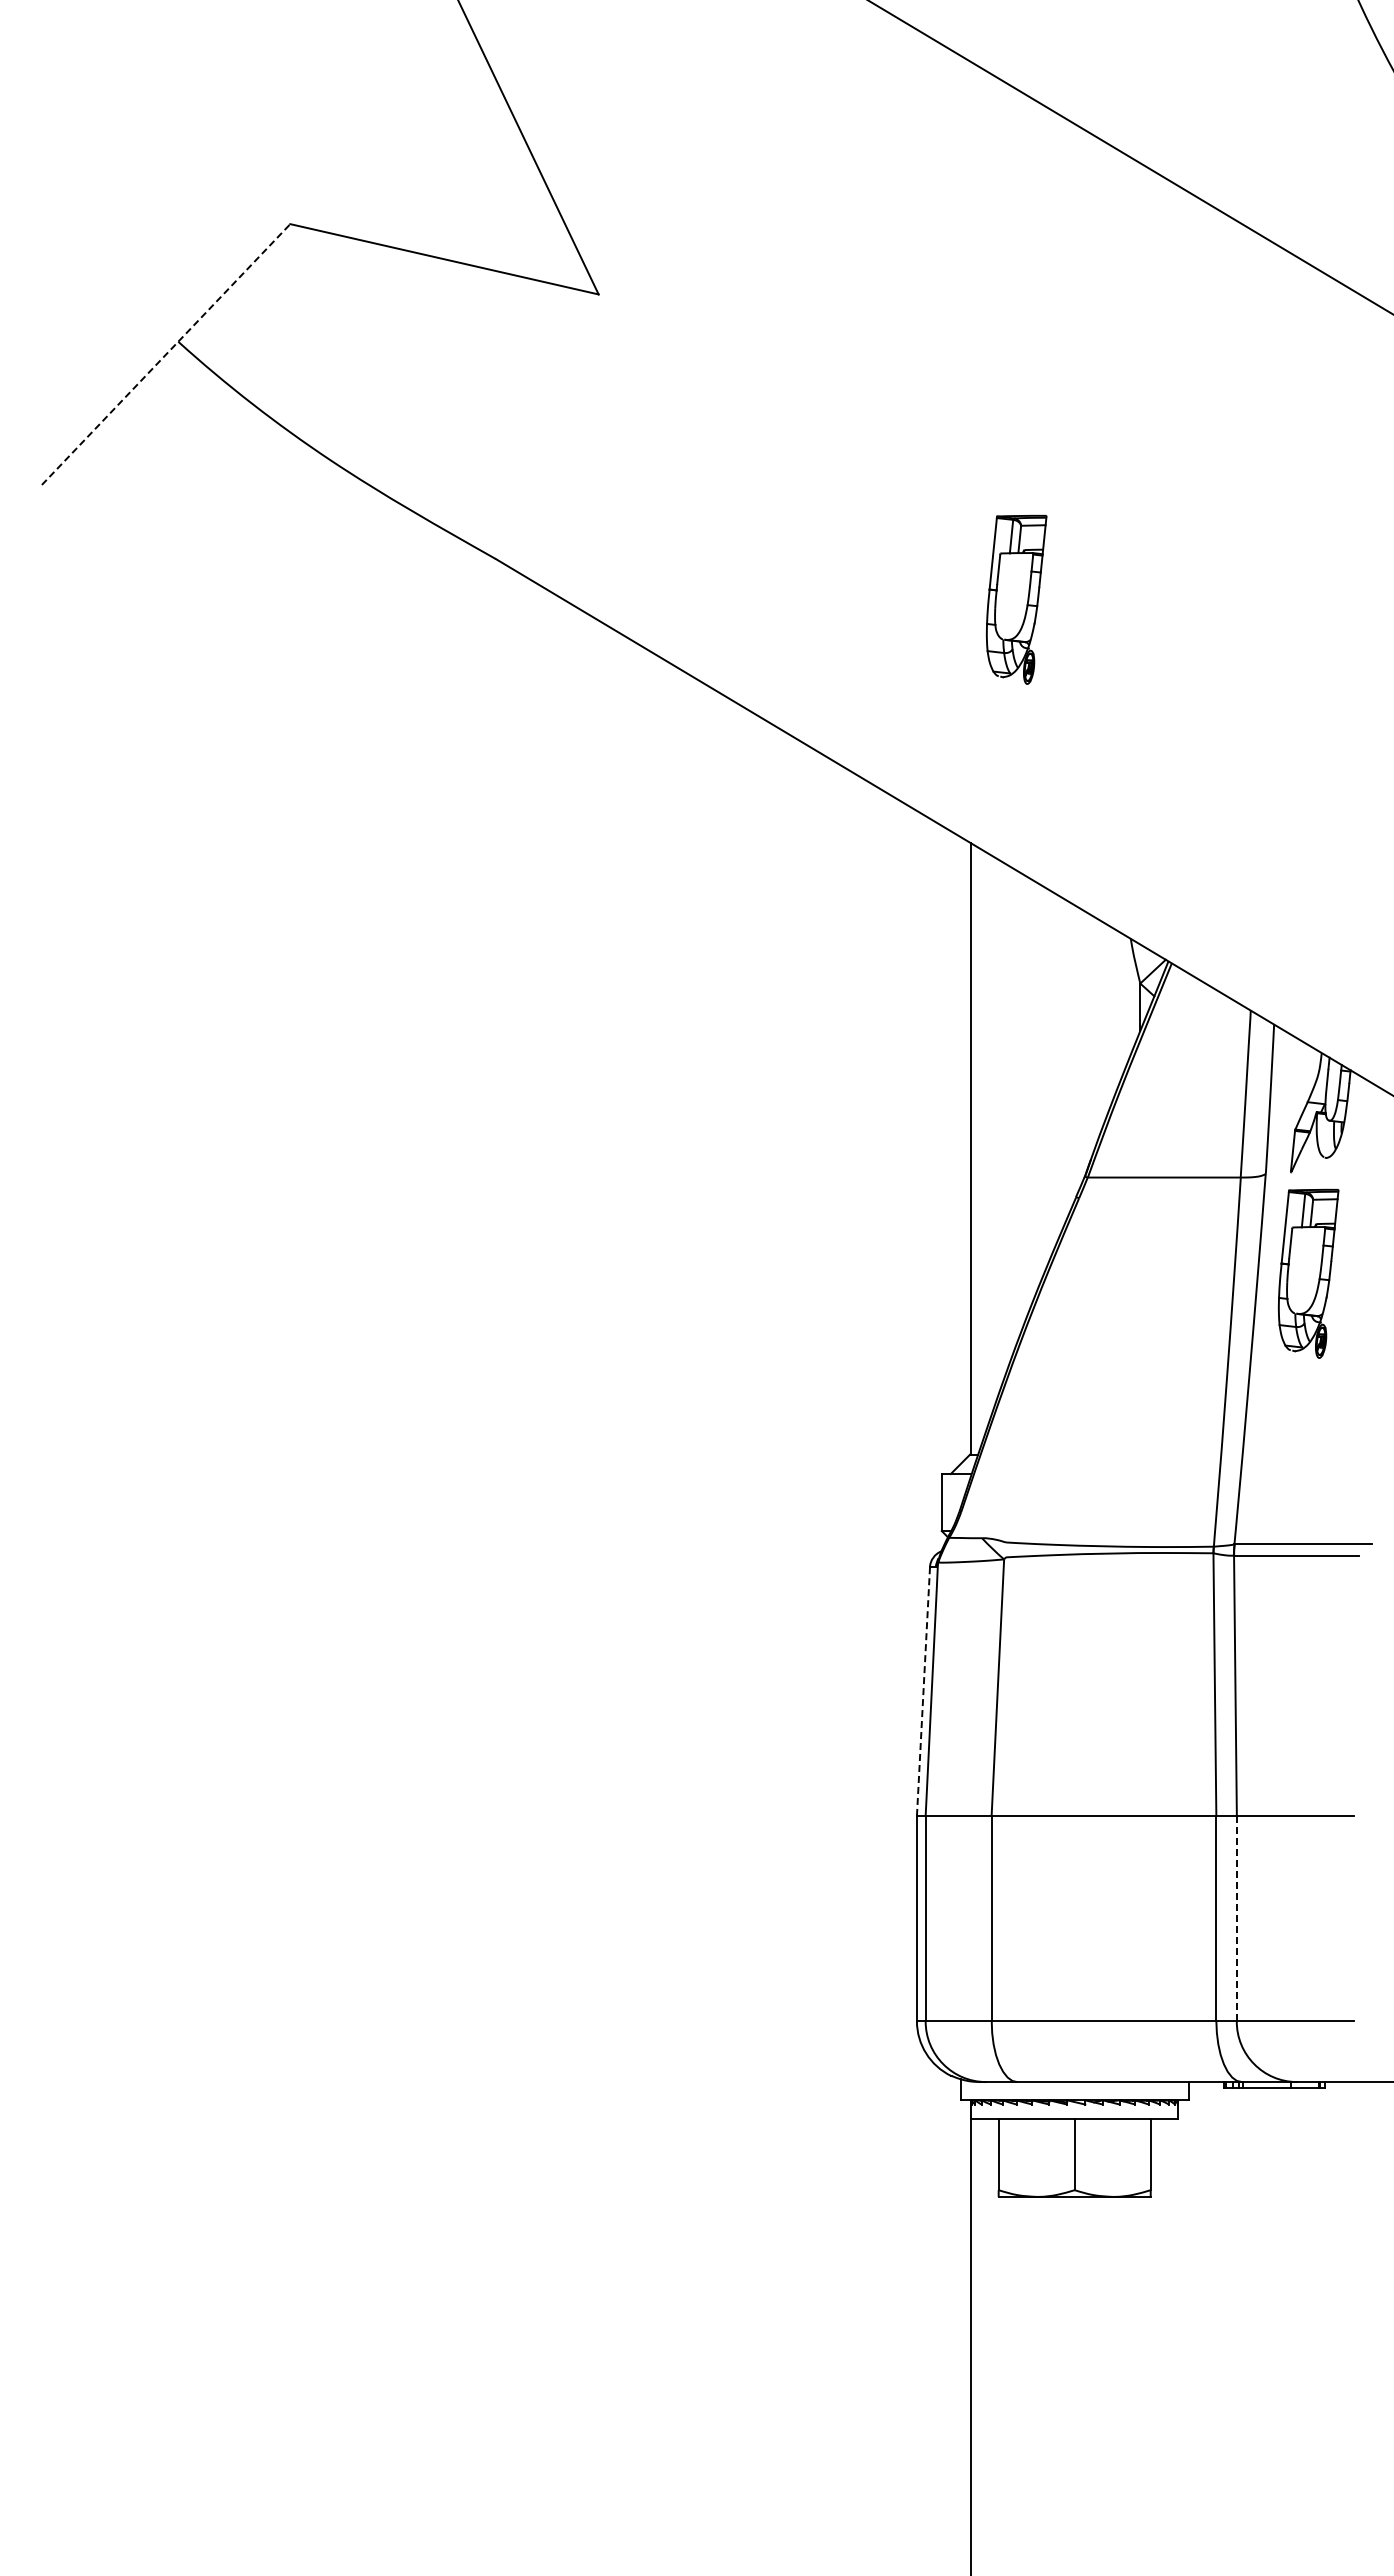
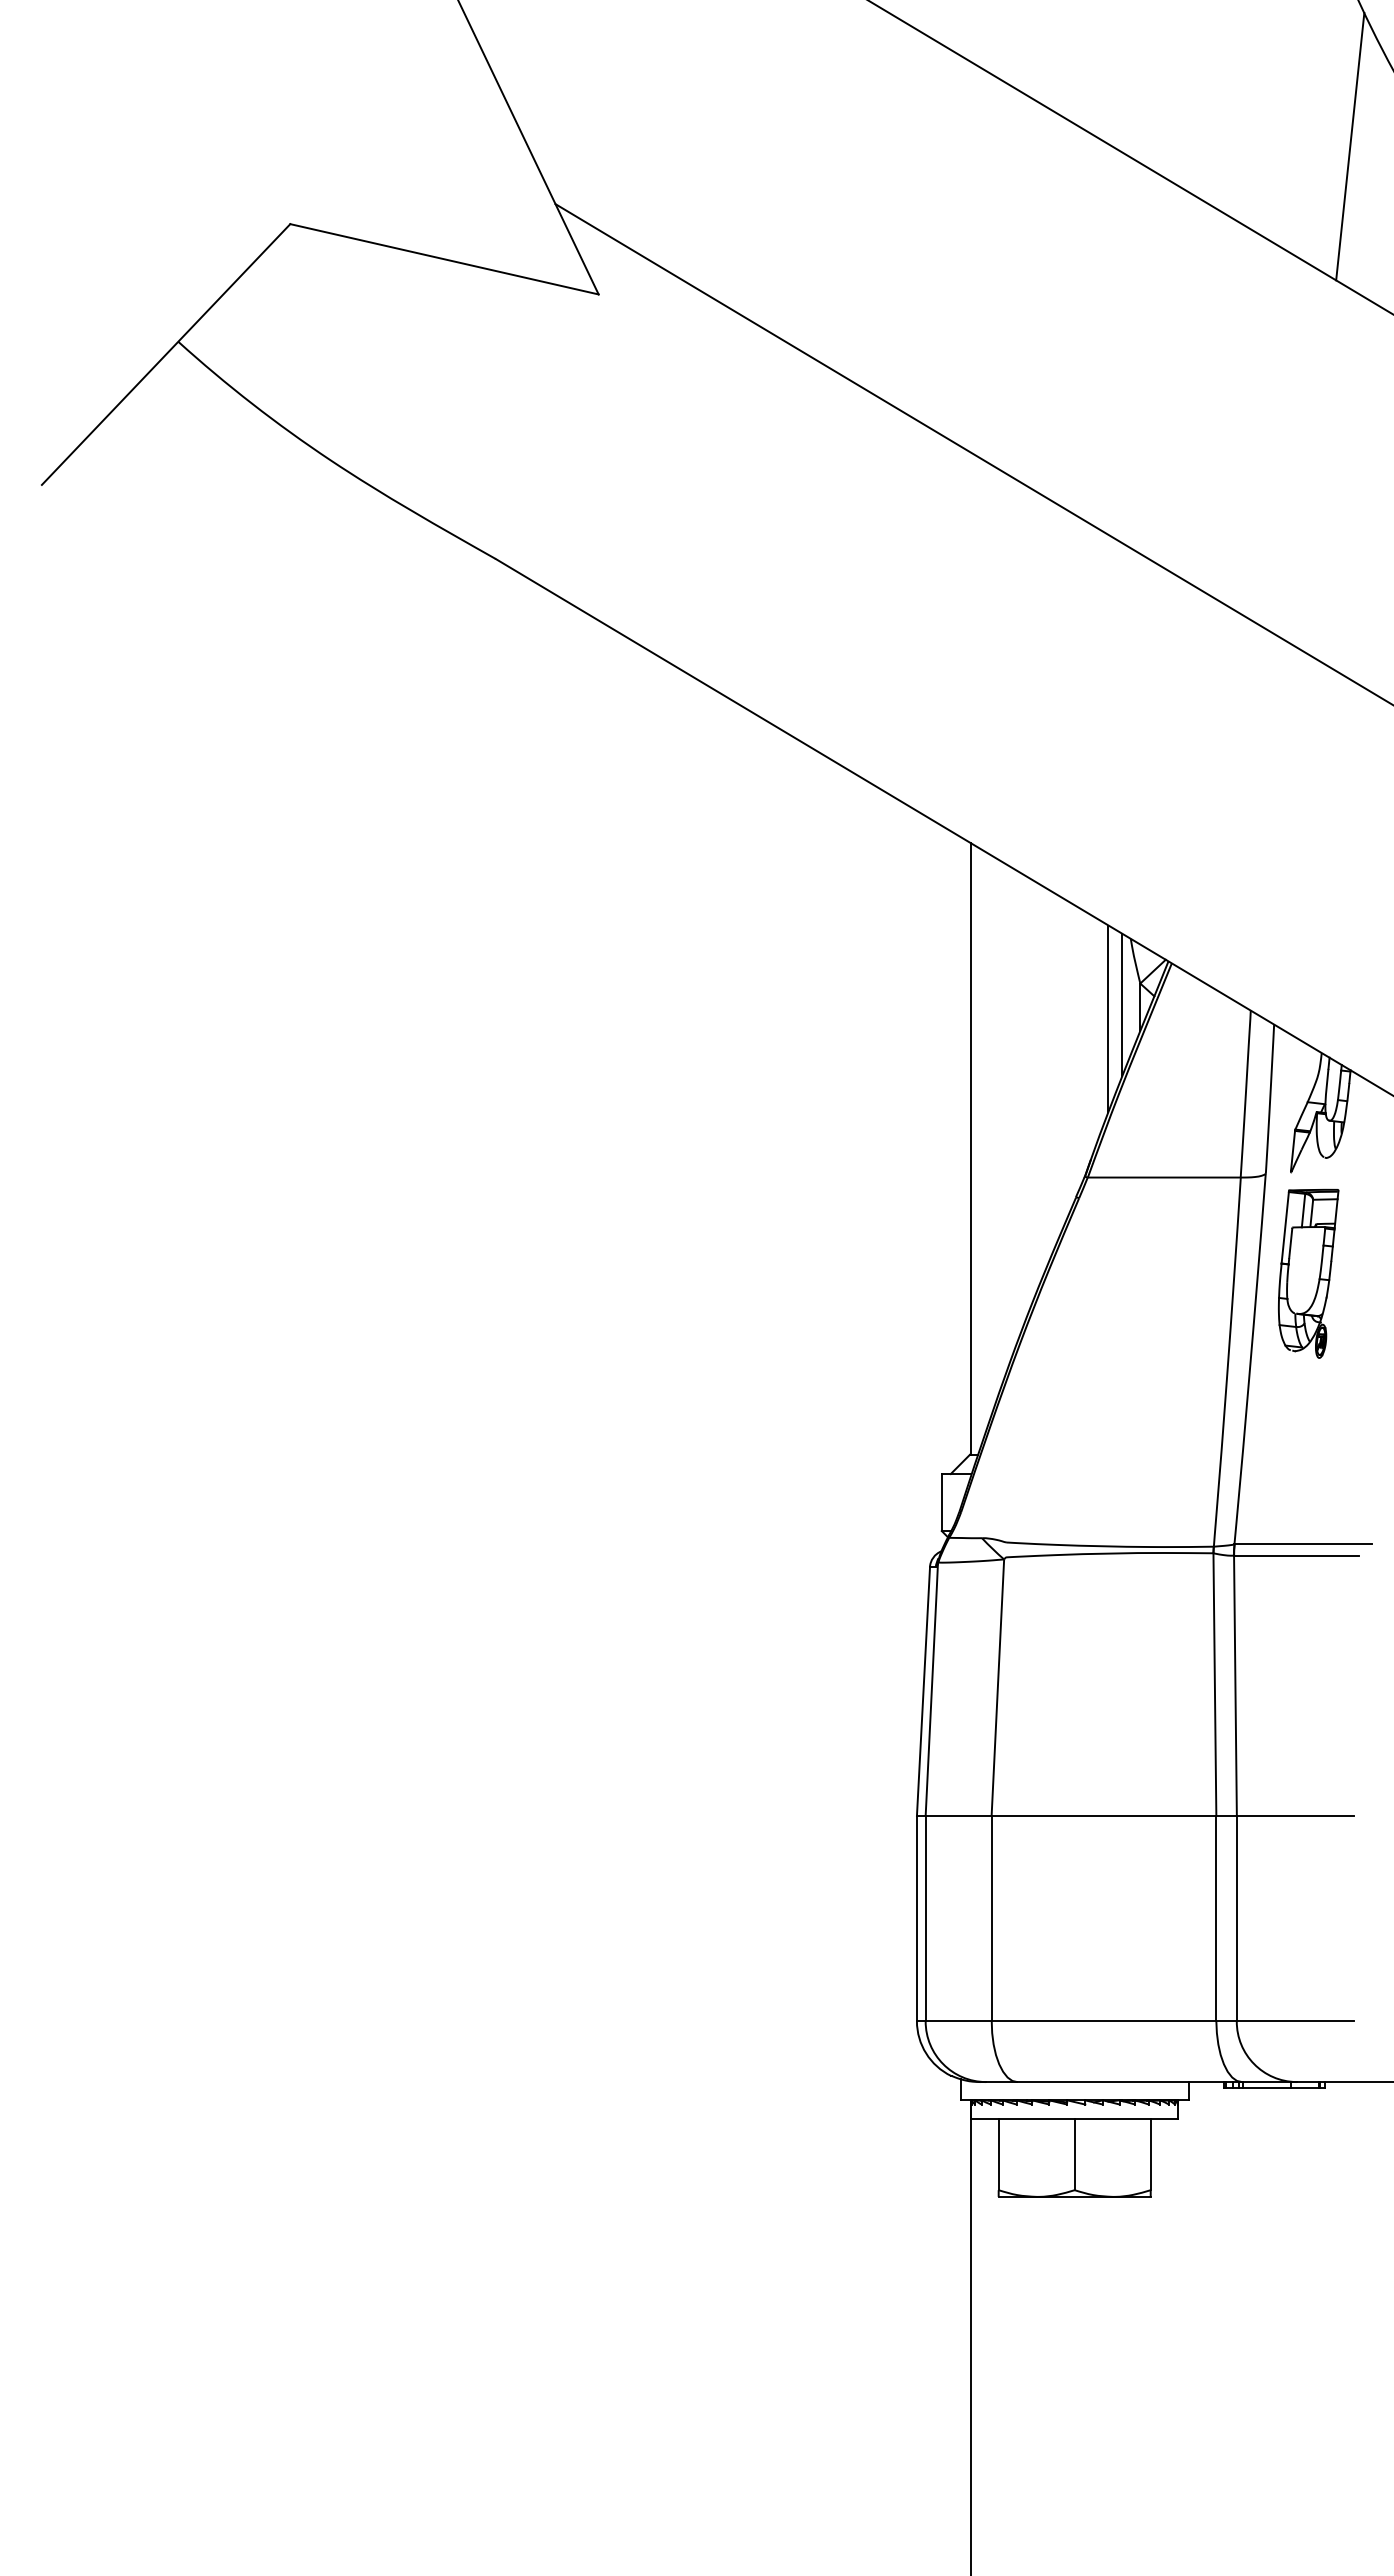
line at (1350, 146): none -> present
line at (166, 354): dashed -> solid
line at (972, 453): none -> present
part at (1016, 599): present -> none
line at (1122, 1004): none -> present
line at (1108, 1018): none -> present
line at (923, 1691): dashed -> solid
line at (1236, 1918): dashed -> solid
